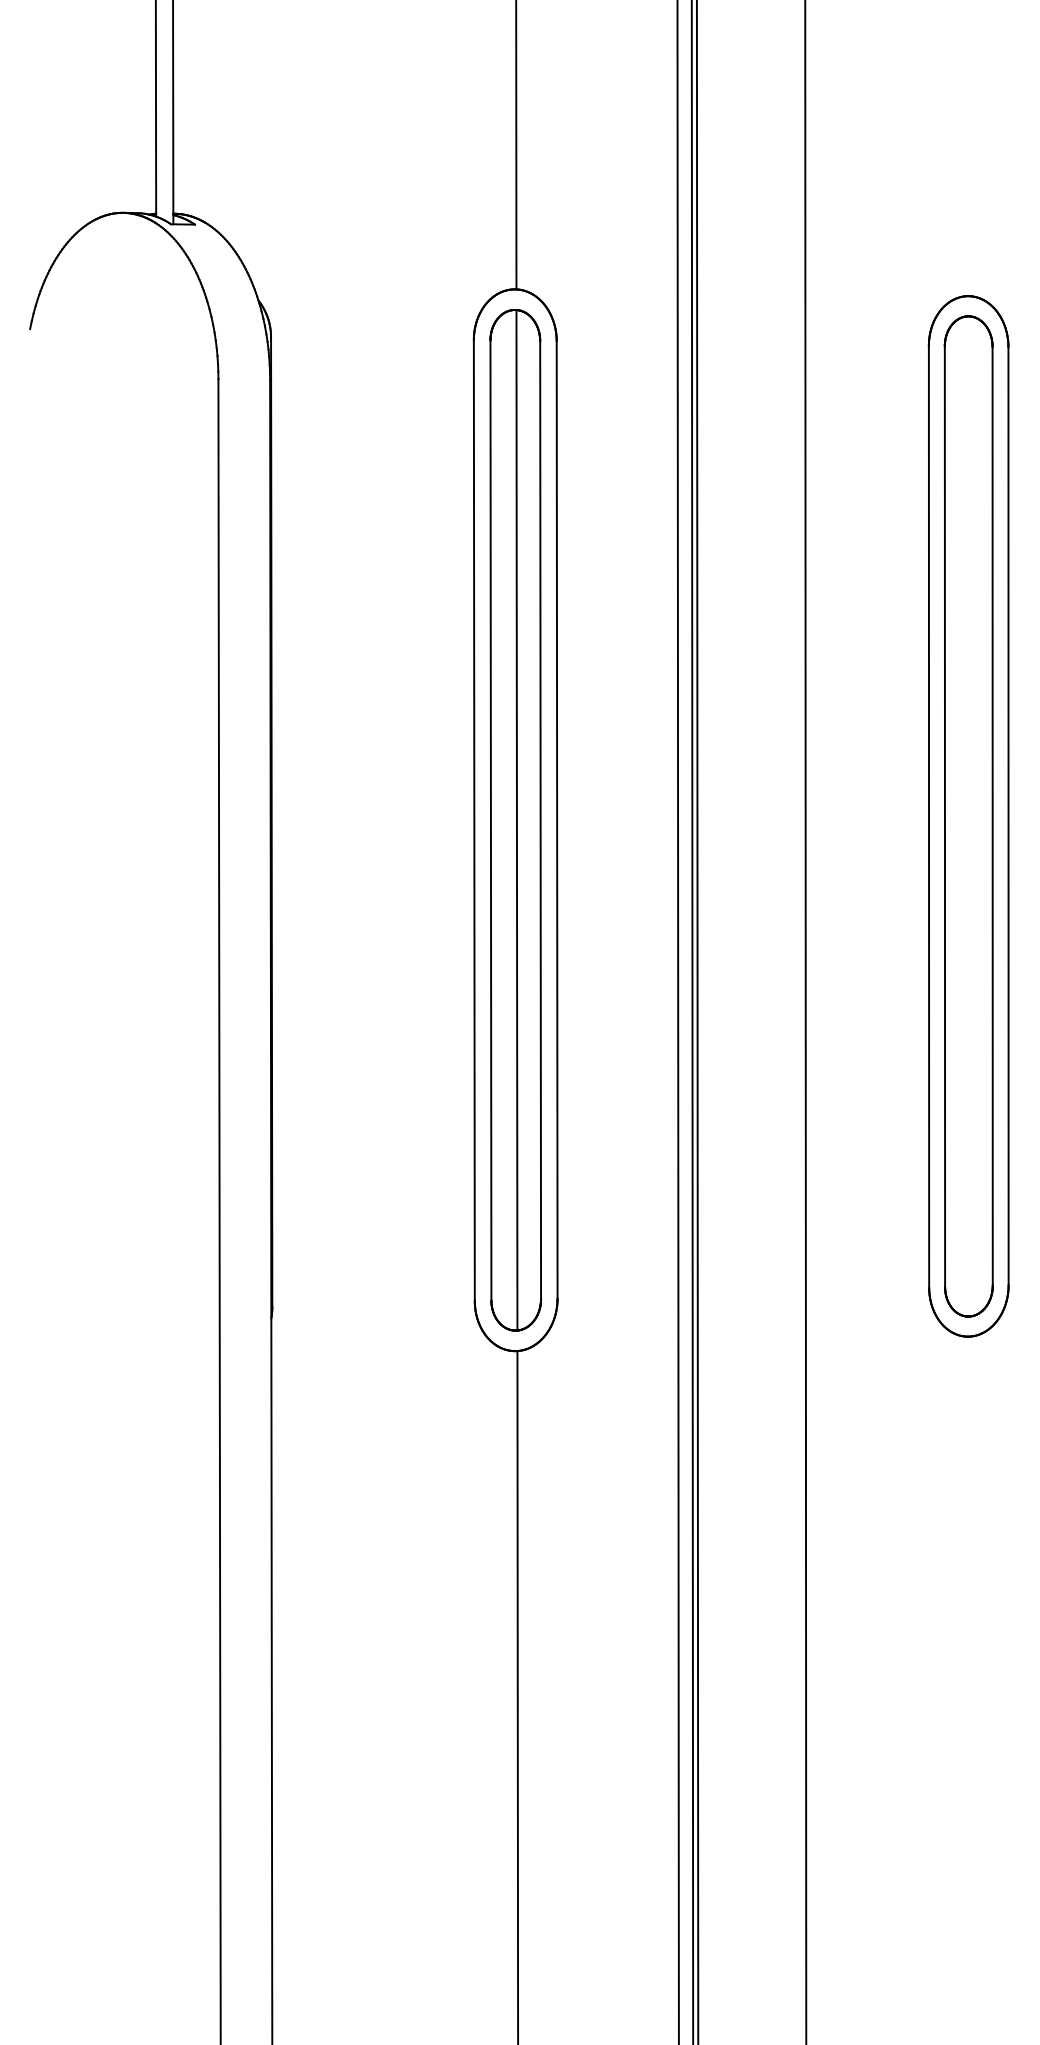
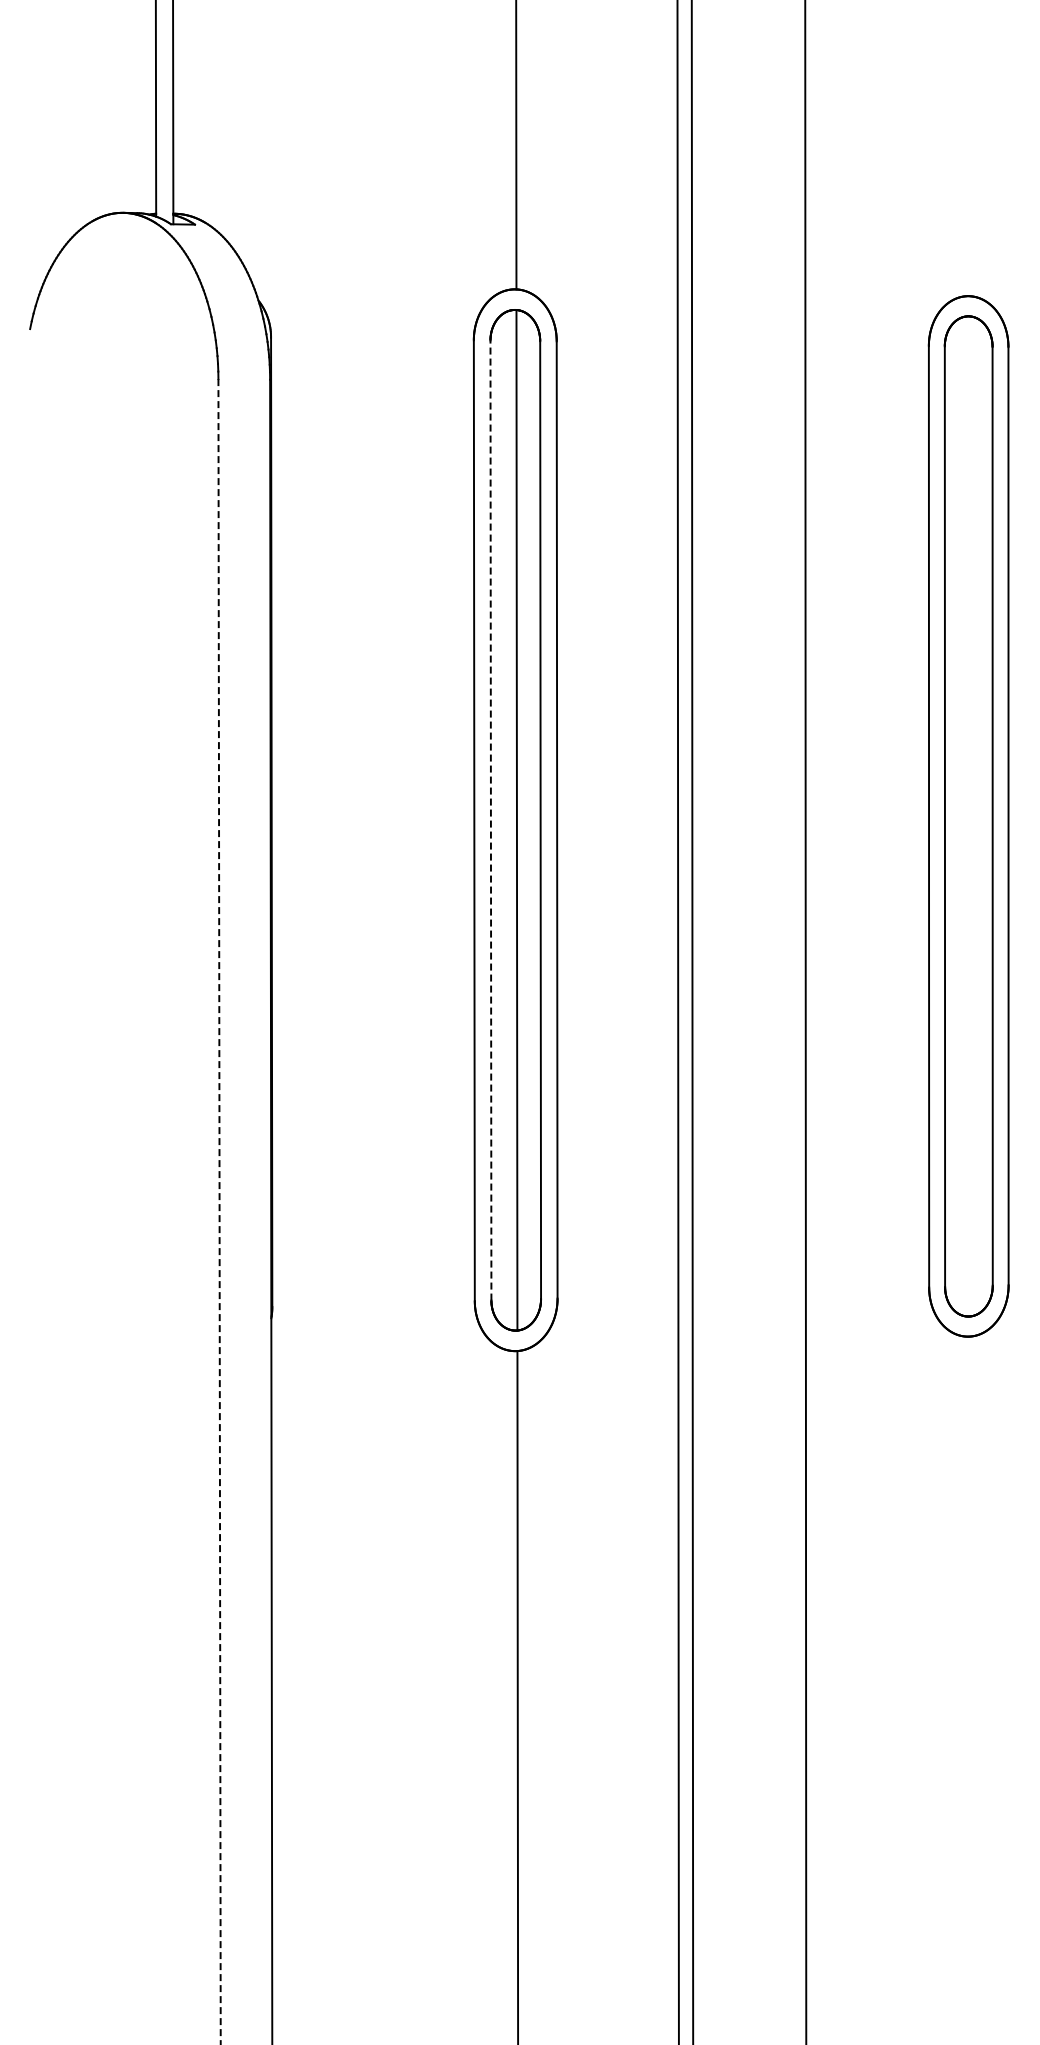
line at (490, 820): solid -> dashed
line at (697, 1021): present -> none
line at (219, 1212): solid -> dashed
